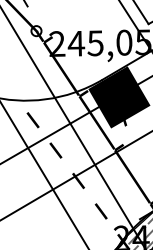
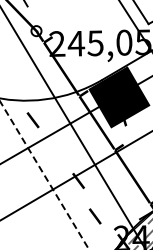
fill at (55, 150): present -> none
line at (44, 175): solid -> dashed
line at (100, 211) position: (100, 211) -> (94, 216)
